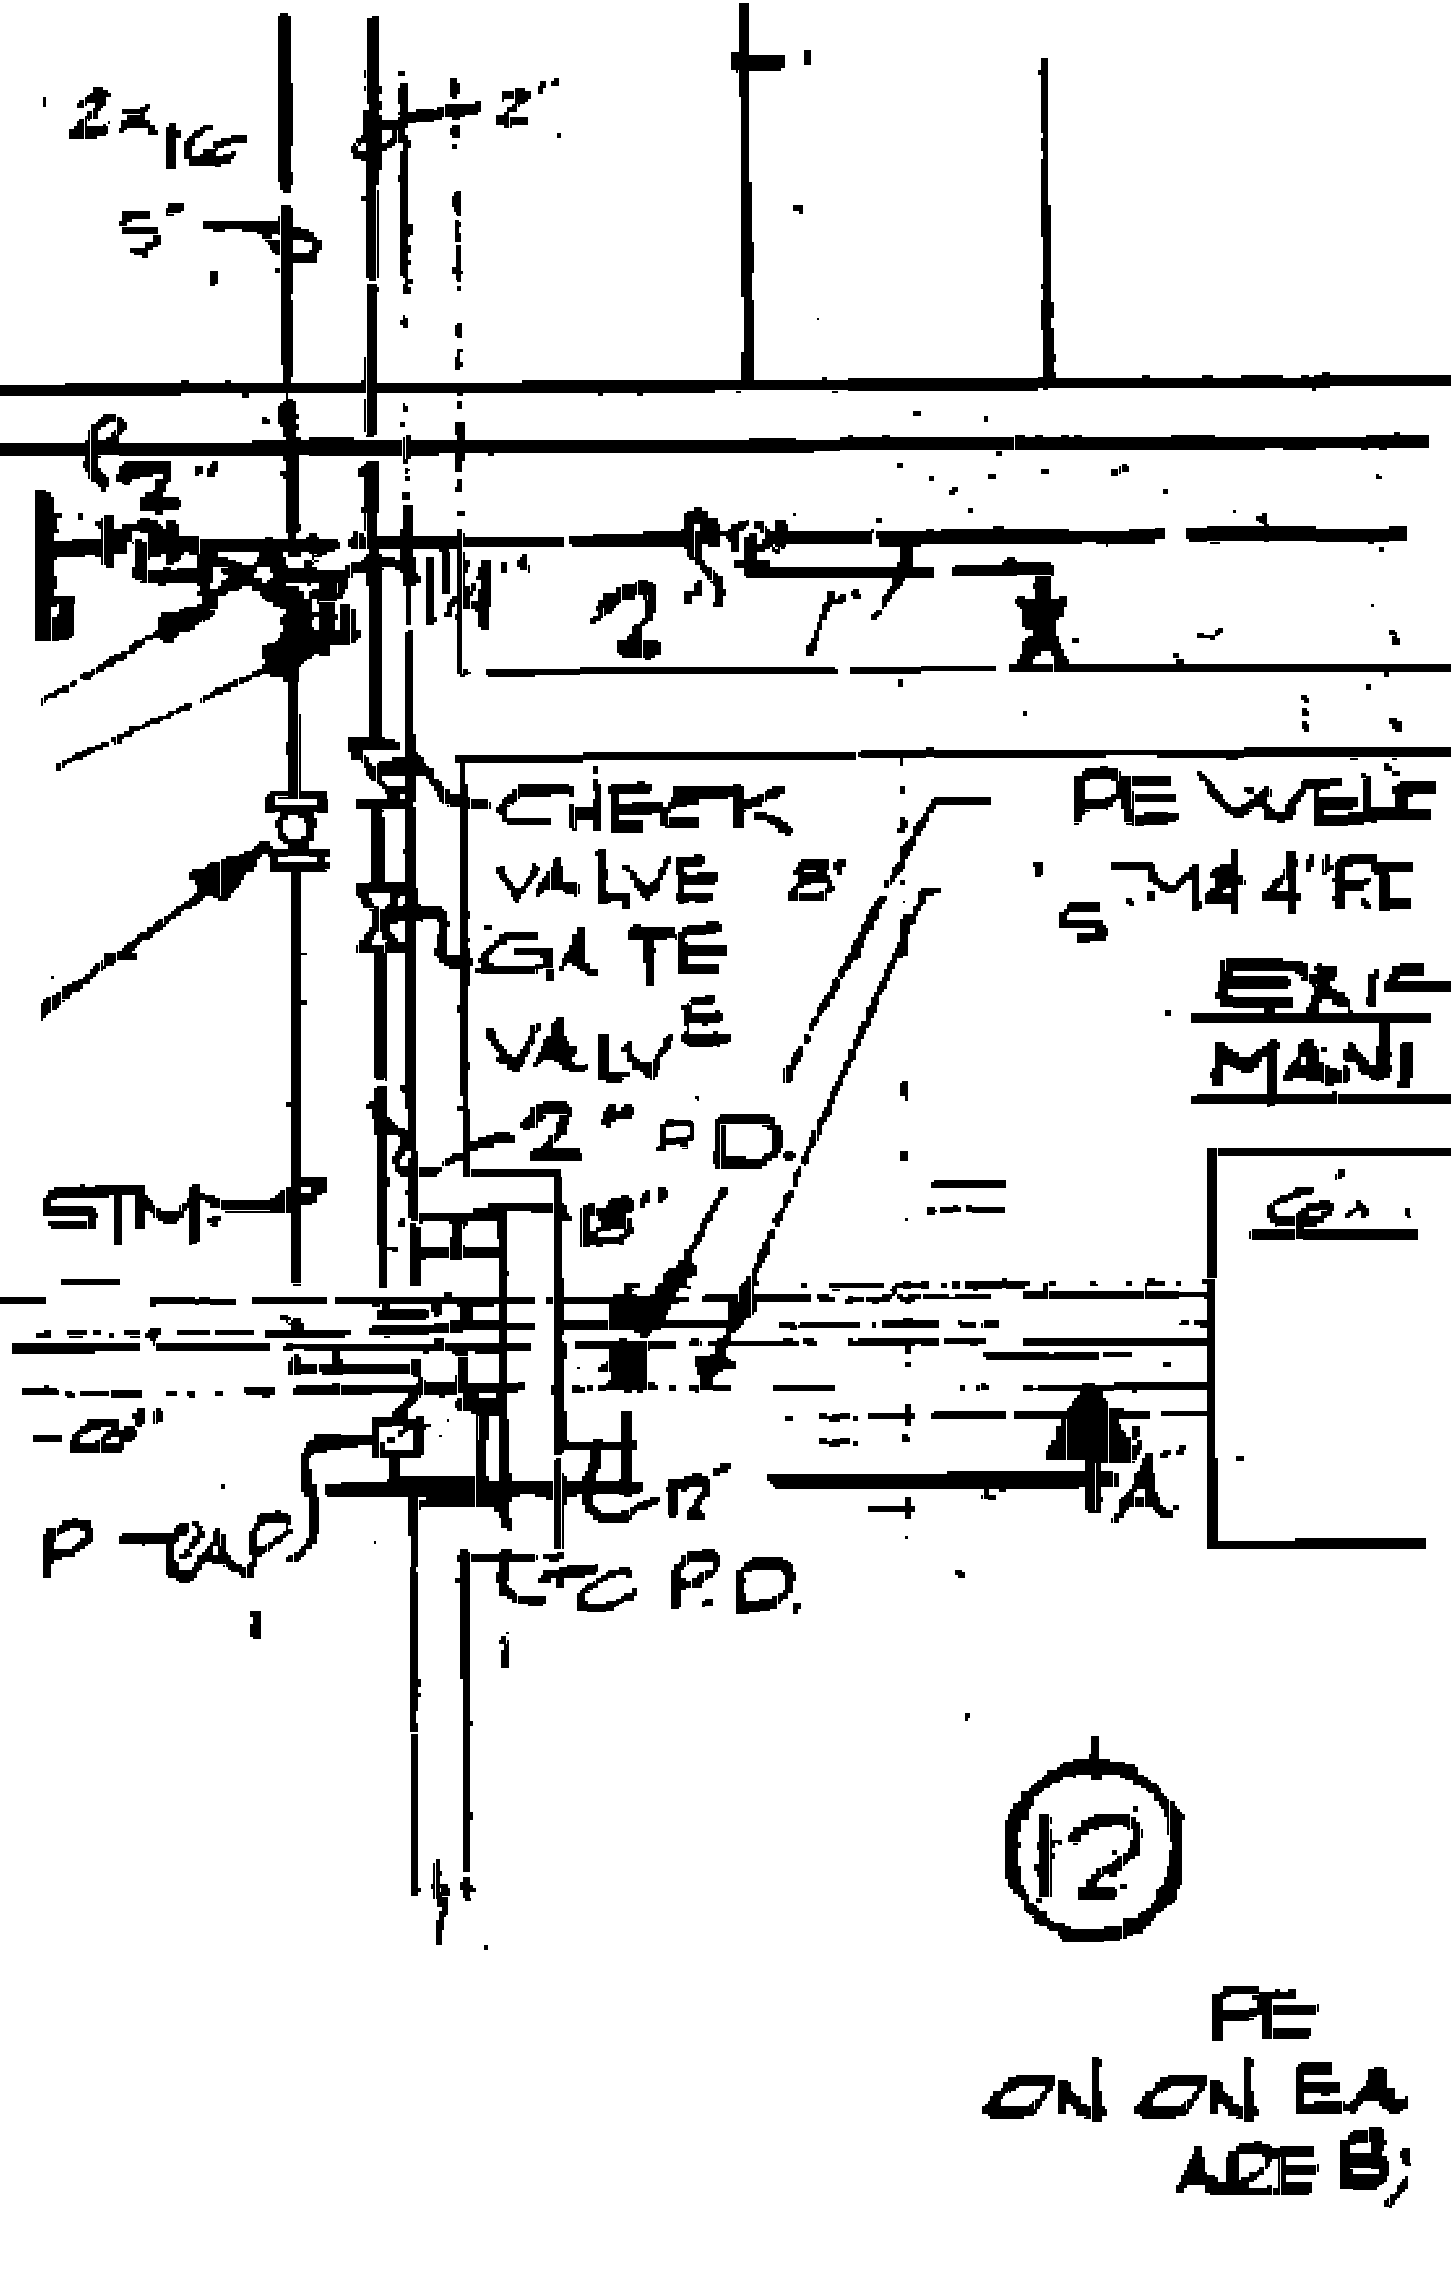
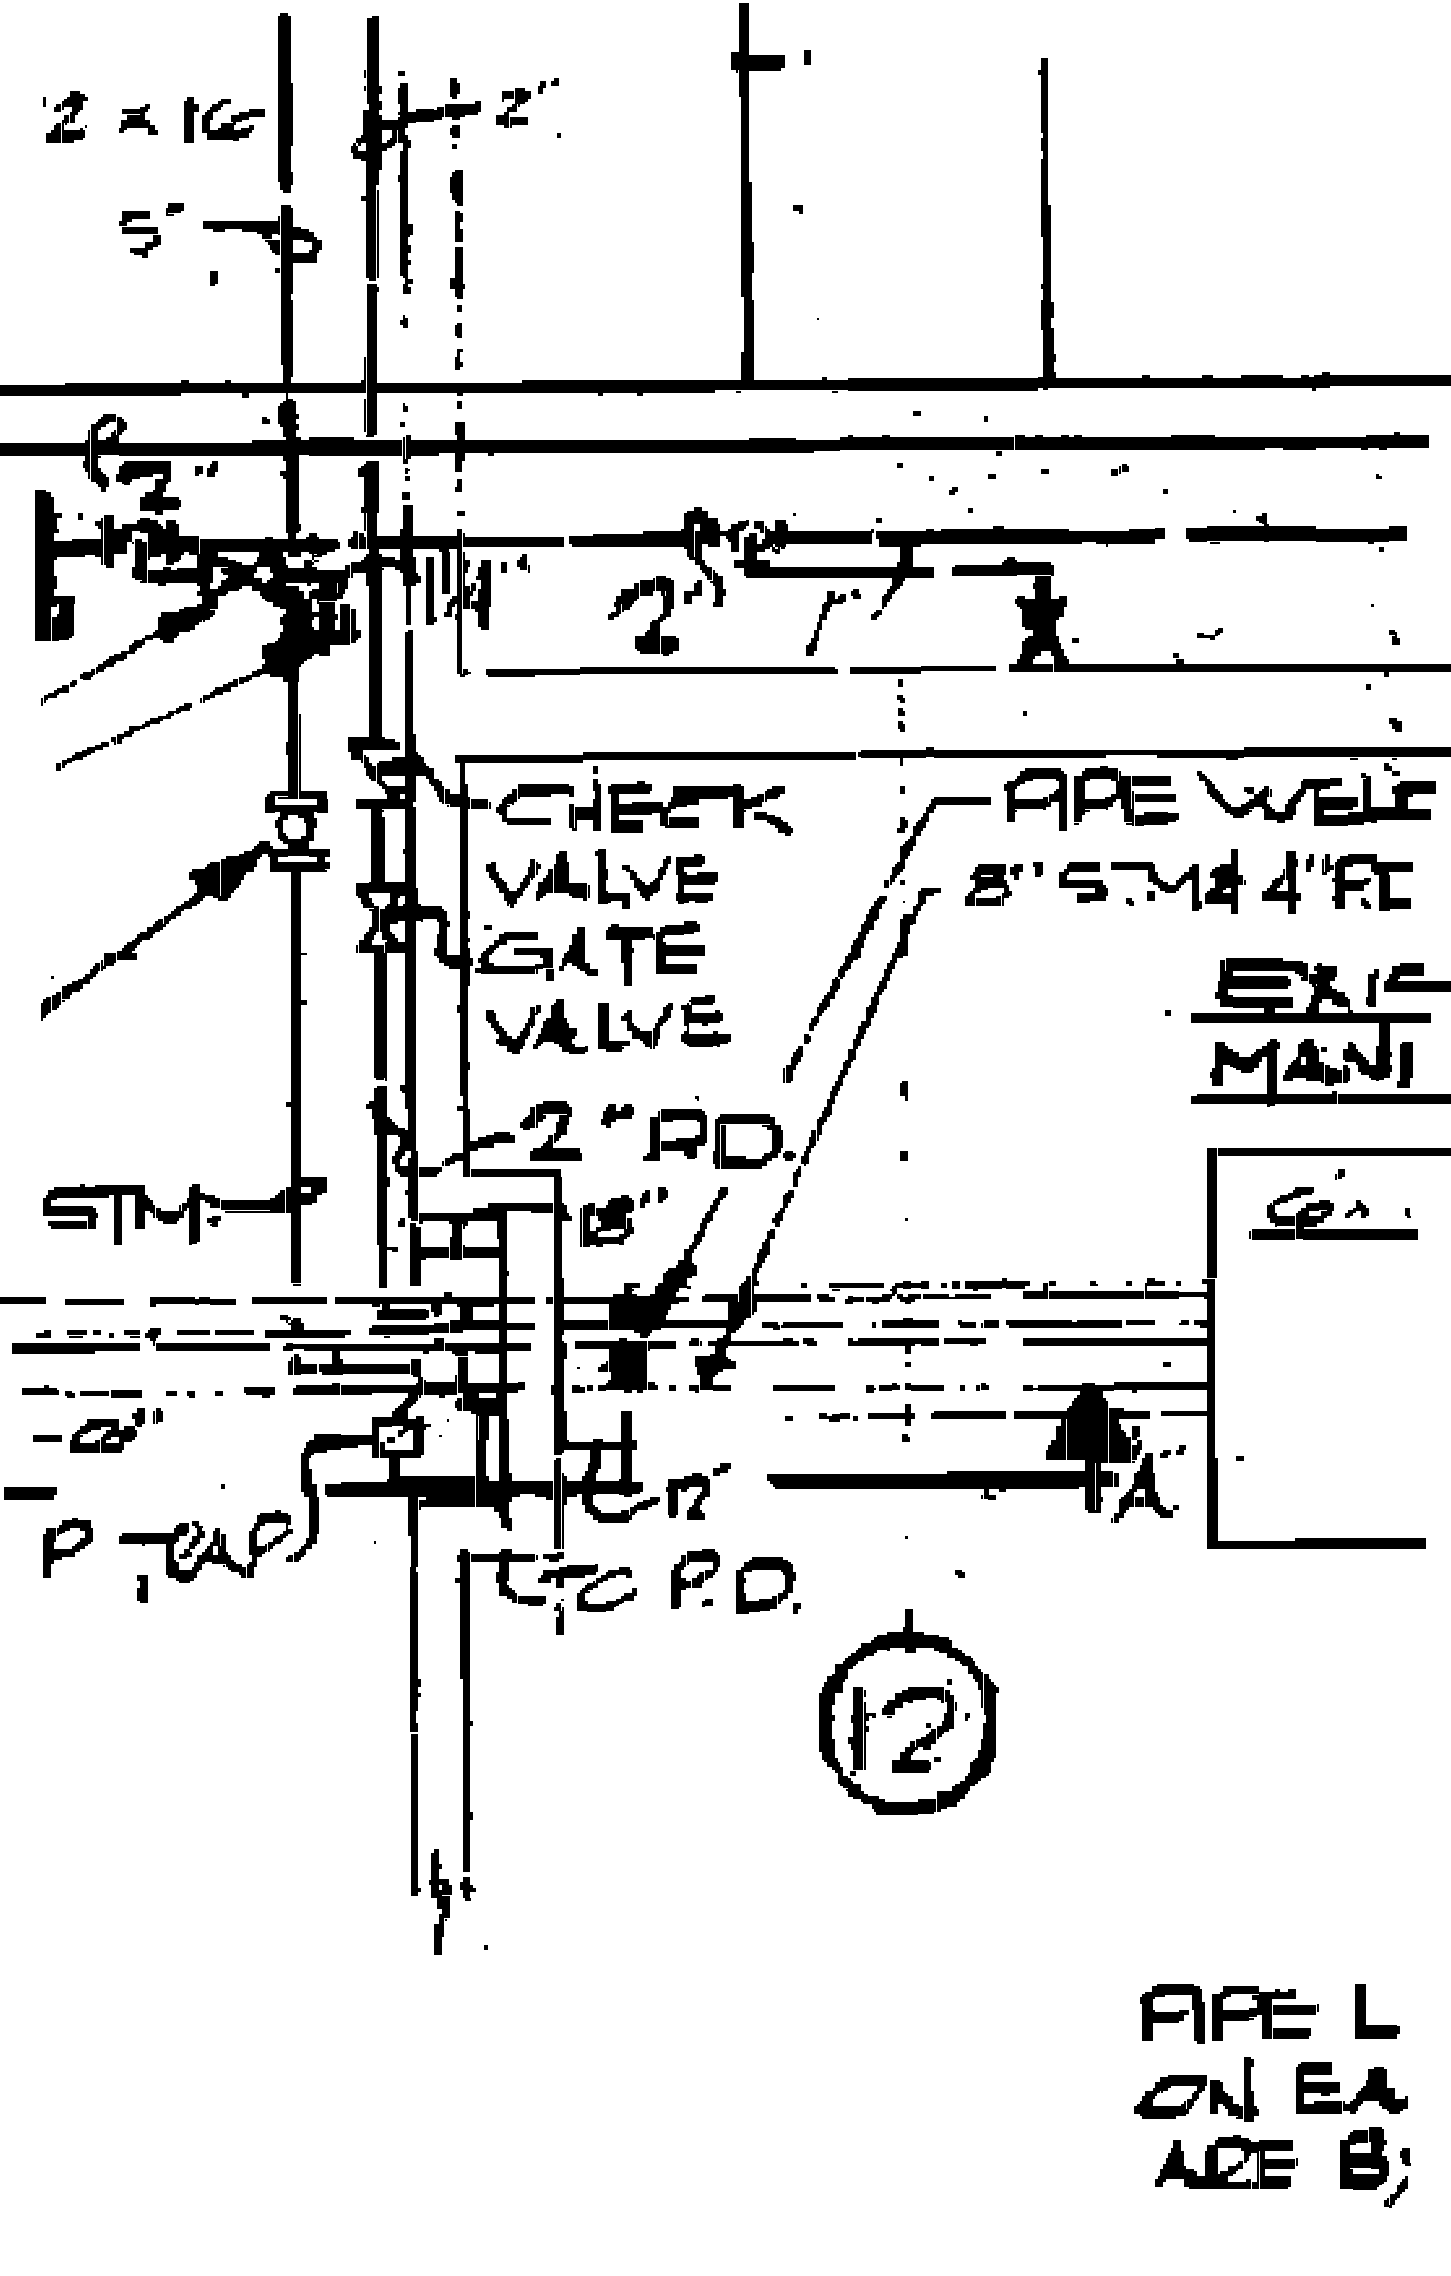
part at (89, 112) position: (89, 112) -> (66, 116)
part at (206, 145) position: (206, 145) -> (224, 119)
part at (457, 240) size: 11x100 px -> 15x142 px
part at (632, 626) position: (632, 626) -> (650, 622)
part at (1304, 713) position: (1304, 713) -> (900, 713)
part at (1035, 799): none -> present
part at (537, 879) size: 84x46 px -> 104x57 px
part at (816, 879) position: (816, 879) -> (993, 884)
part at (1083, 922) position: (1083, 922) -> (1083, 882)
part at (677, 953) position: (677, 953) -> (655, 953)
part at (536, 1044) position: (536, 1044) -> (536, 1026)
part at (635, 1058) position: (635, 1058) -> (635, 1027)
part at (674, 1134) size: 38x32 px -> 64x52 px
part at (968, 1183): present -> none
part at (965, 1209) position: (965, 1209) -> (904, 1387)
line at (90, 1281) position: (90, 1281) -> (94, 1301)
part at (819, 1325) position: (819, 1325) -> (802, 1325)
part at (1057, 1355) position: (1057, 1355) -> (1080, 1323)
part at (838, 1442): present -> none
part at (30, 1493): none -> present
part at (891, 1507): present -> none
part at (255, 1624) position: (255, 1624) -> (142, 1588)
part at (503, 1649) position: (503, 1649) -> (558, 1616)
part at (1088, 1834) position: (1088, 1834) -> (902, 1707)
part at (440, 1901) size: 19x86 px -> 23x106 px
part at (1365, 2011): none -> present
part at (1172, 2013): none -> present
part at (1044, 2089): present -> none
part at (1247, 2167) position: (1247, 2167) -> (1226, 2161)
